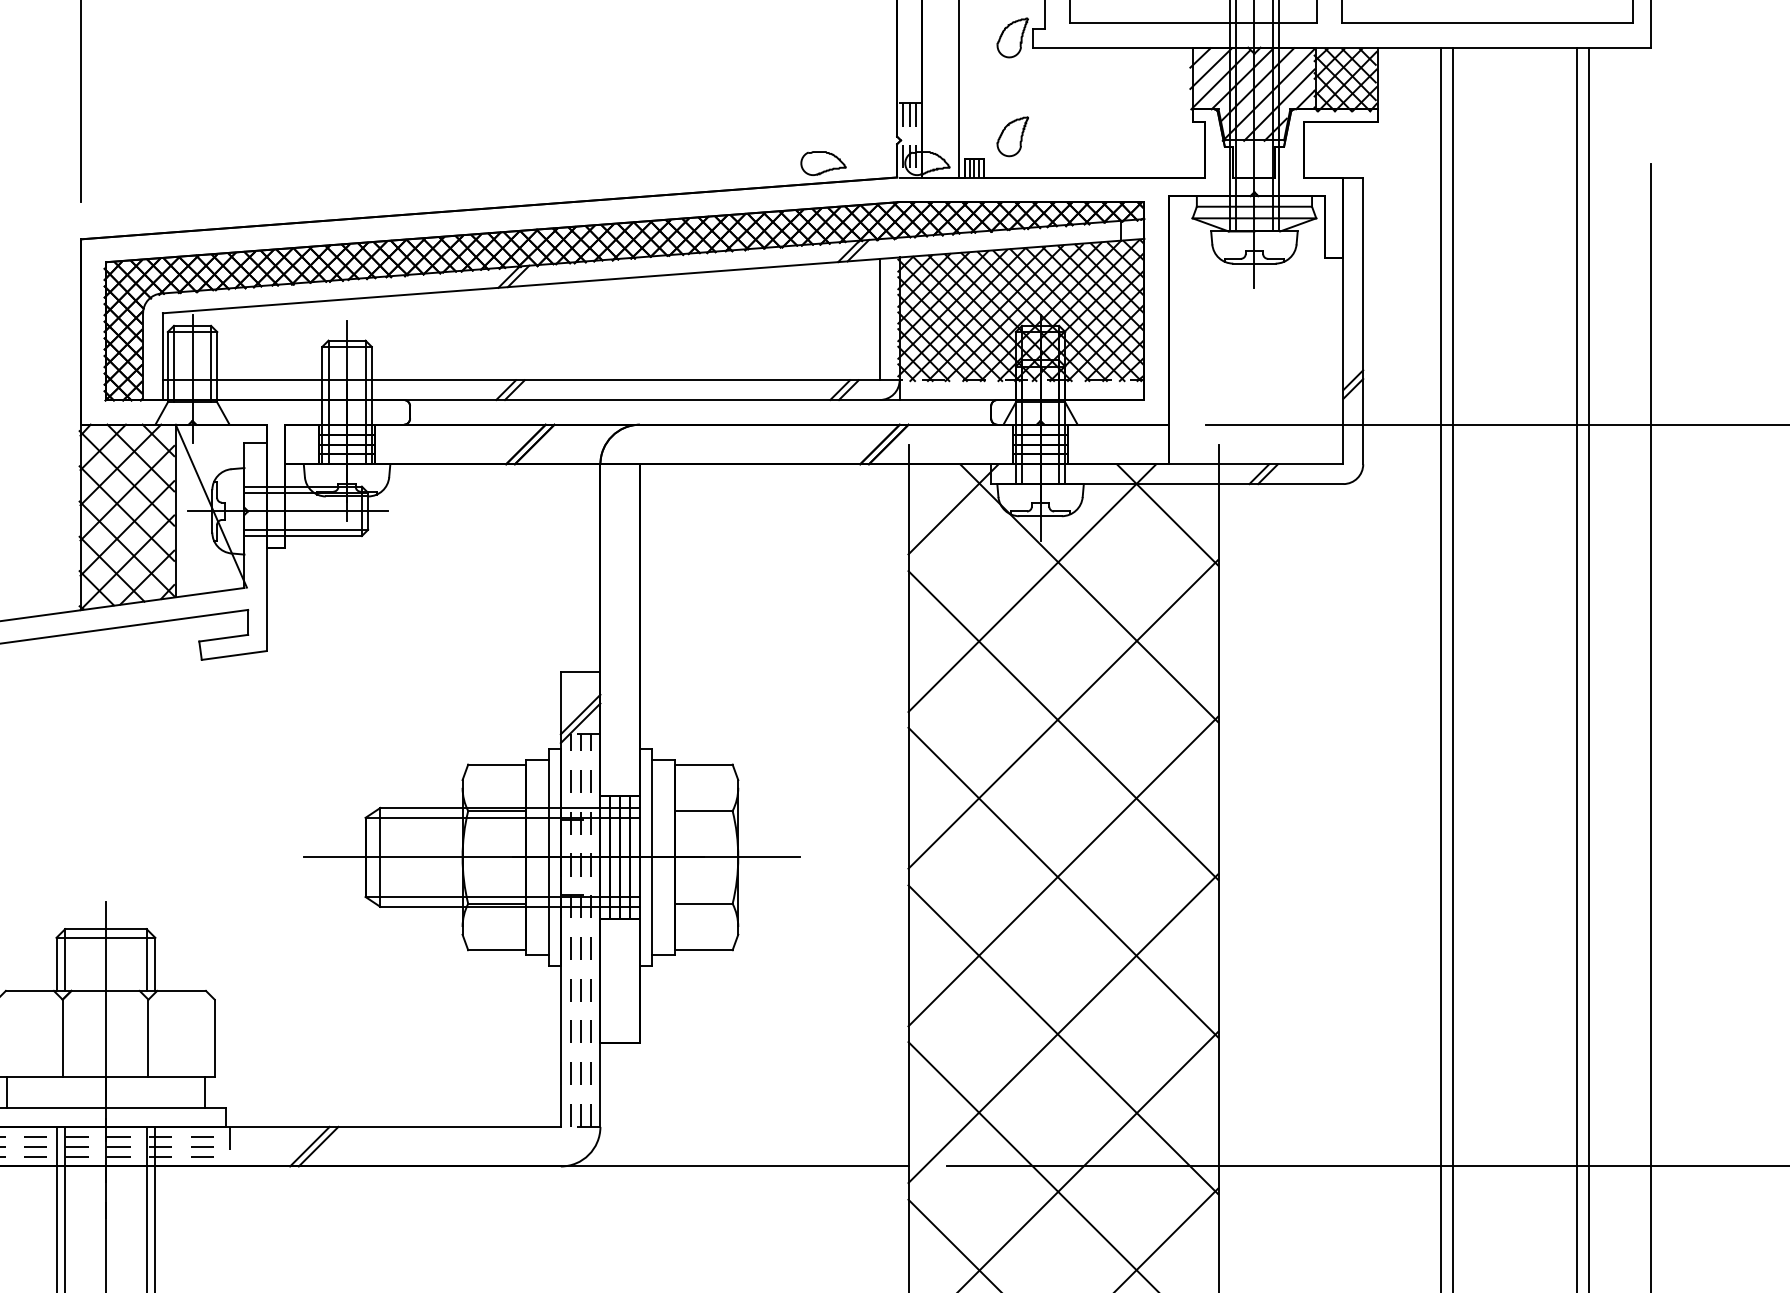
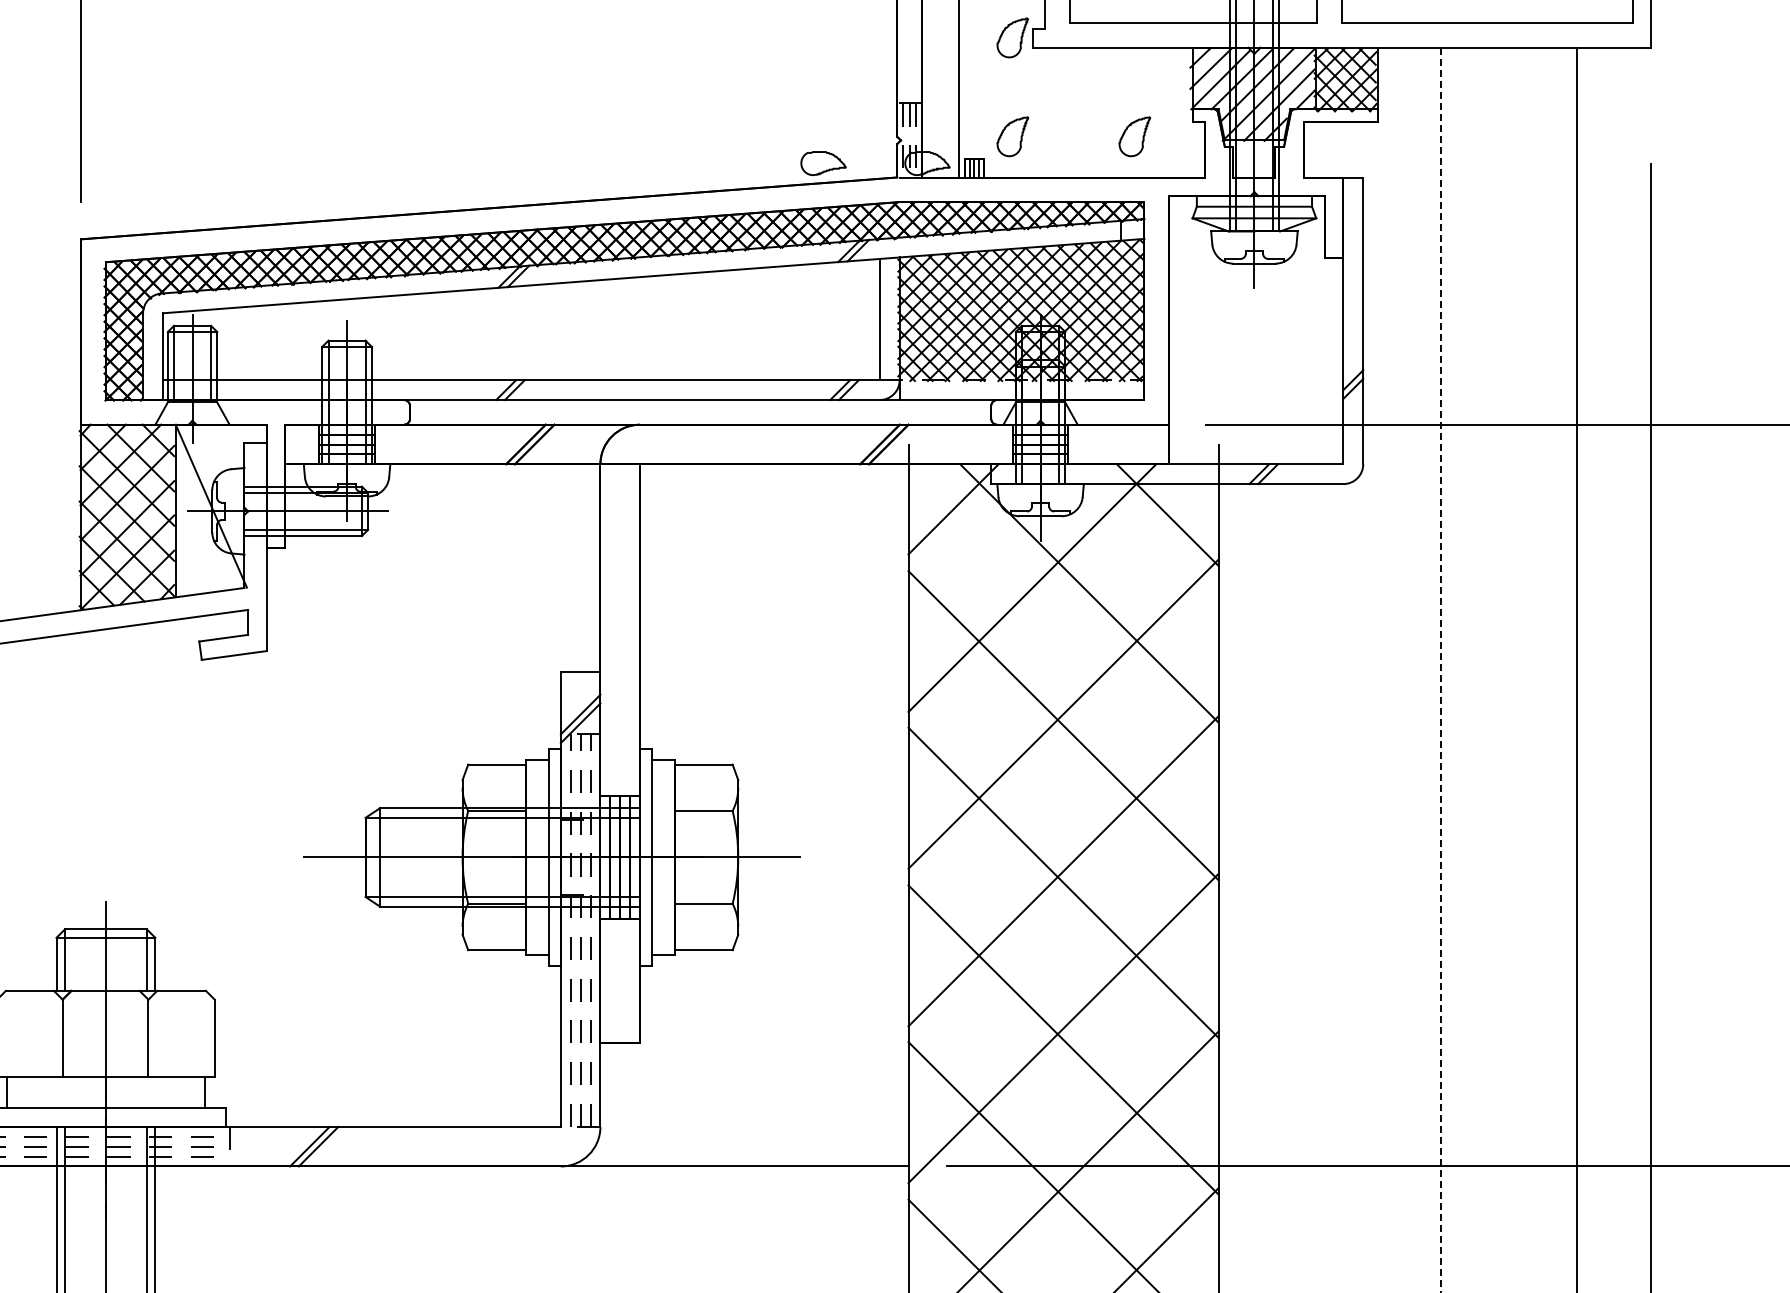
part at (1134, 136): none -> present
line at (1453, 668): present -> none
line at (1589, 668): present -> none
line at (1441, 670): solid -> dashed
